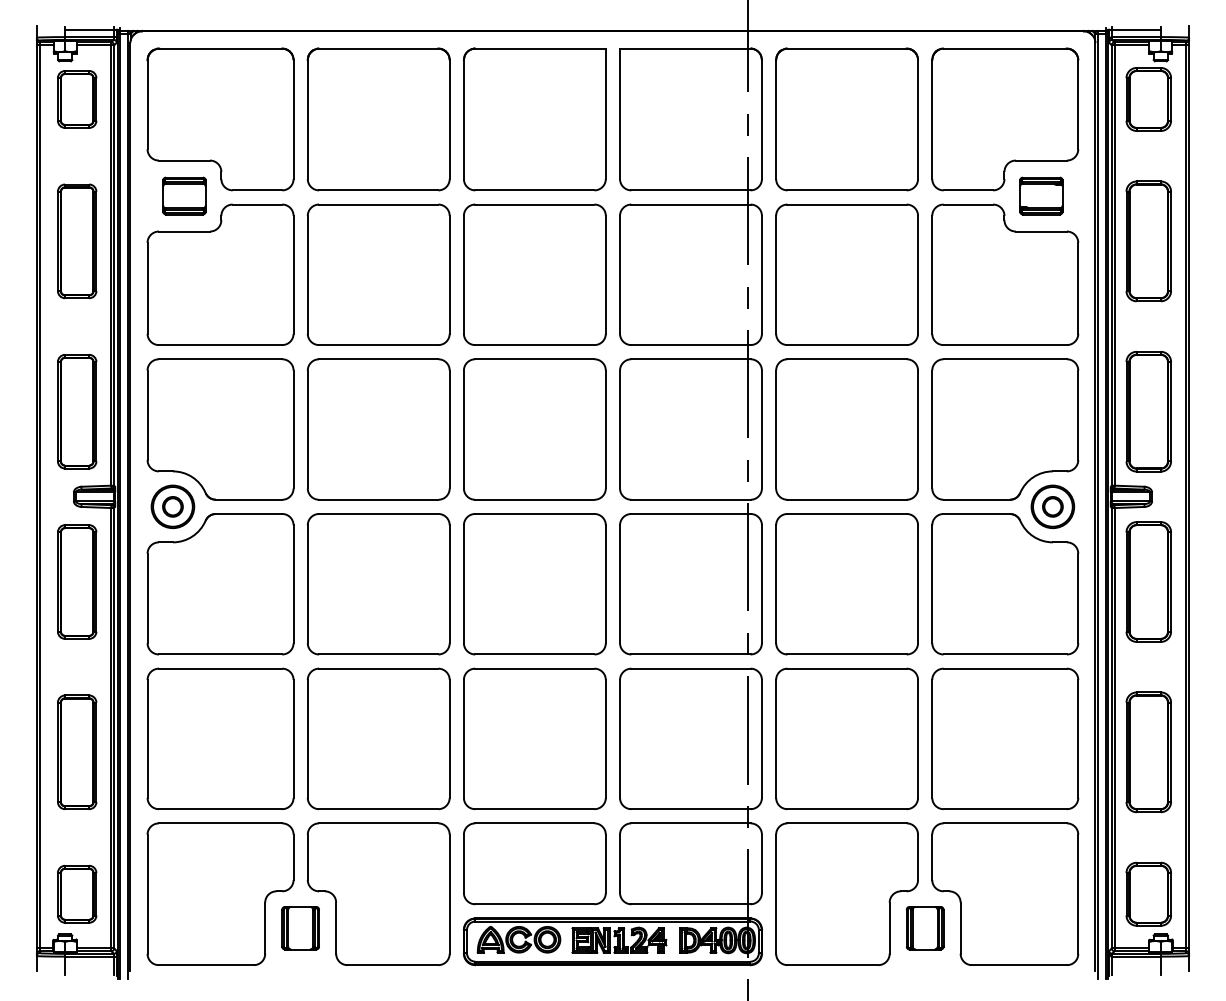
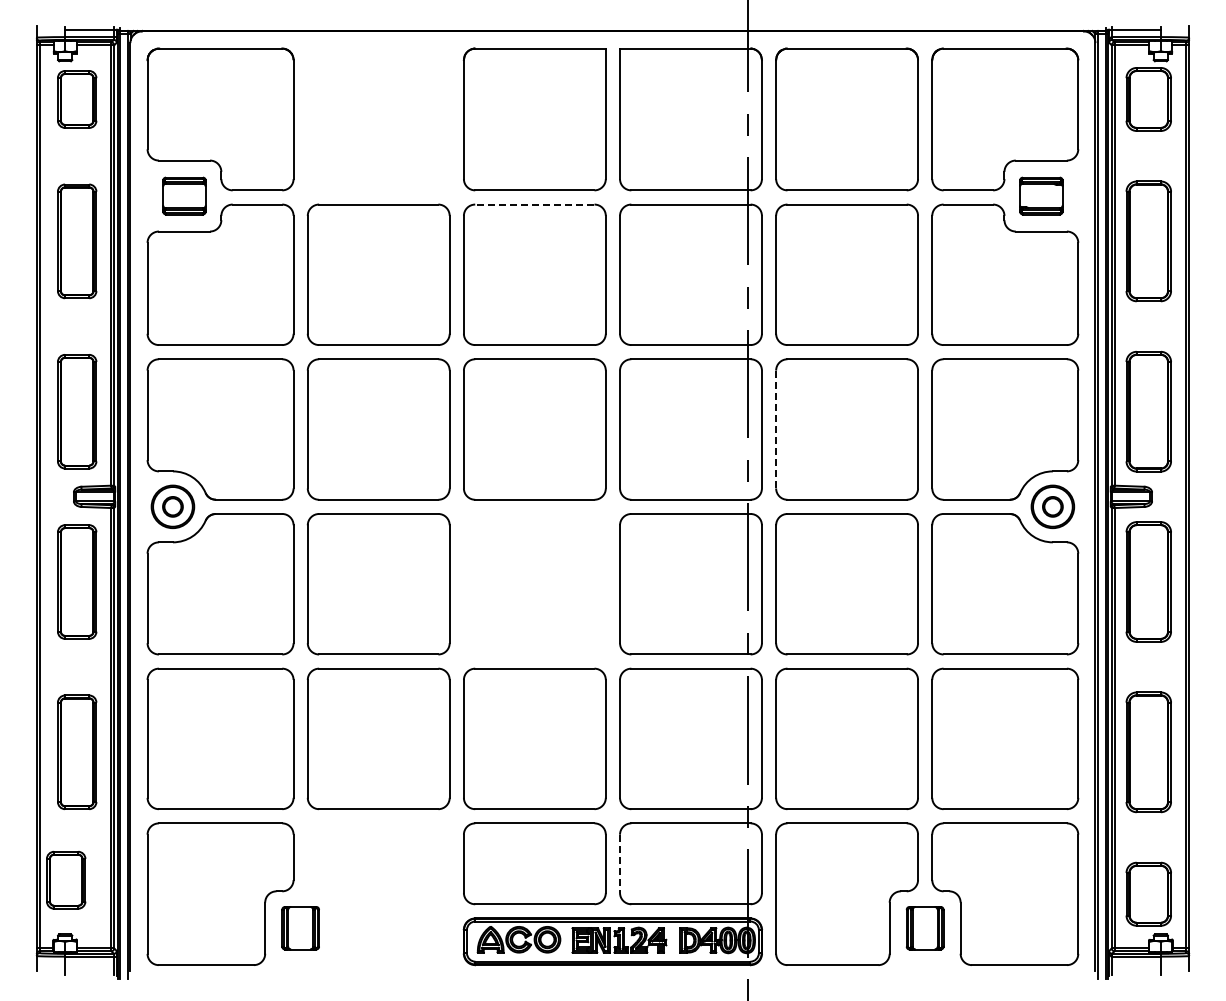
part at (378, 119): present -> none
line at (534, 204): solid -> dashed
line at (776, 429): solid -> dashed
part at (534, 584): present -> none
line at (620, 864): solid -> dashed
part at (77, 893) position: (77, 893) -> (66, 879)
part at (378, 893): present -> none
